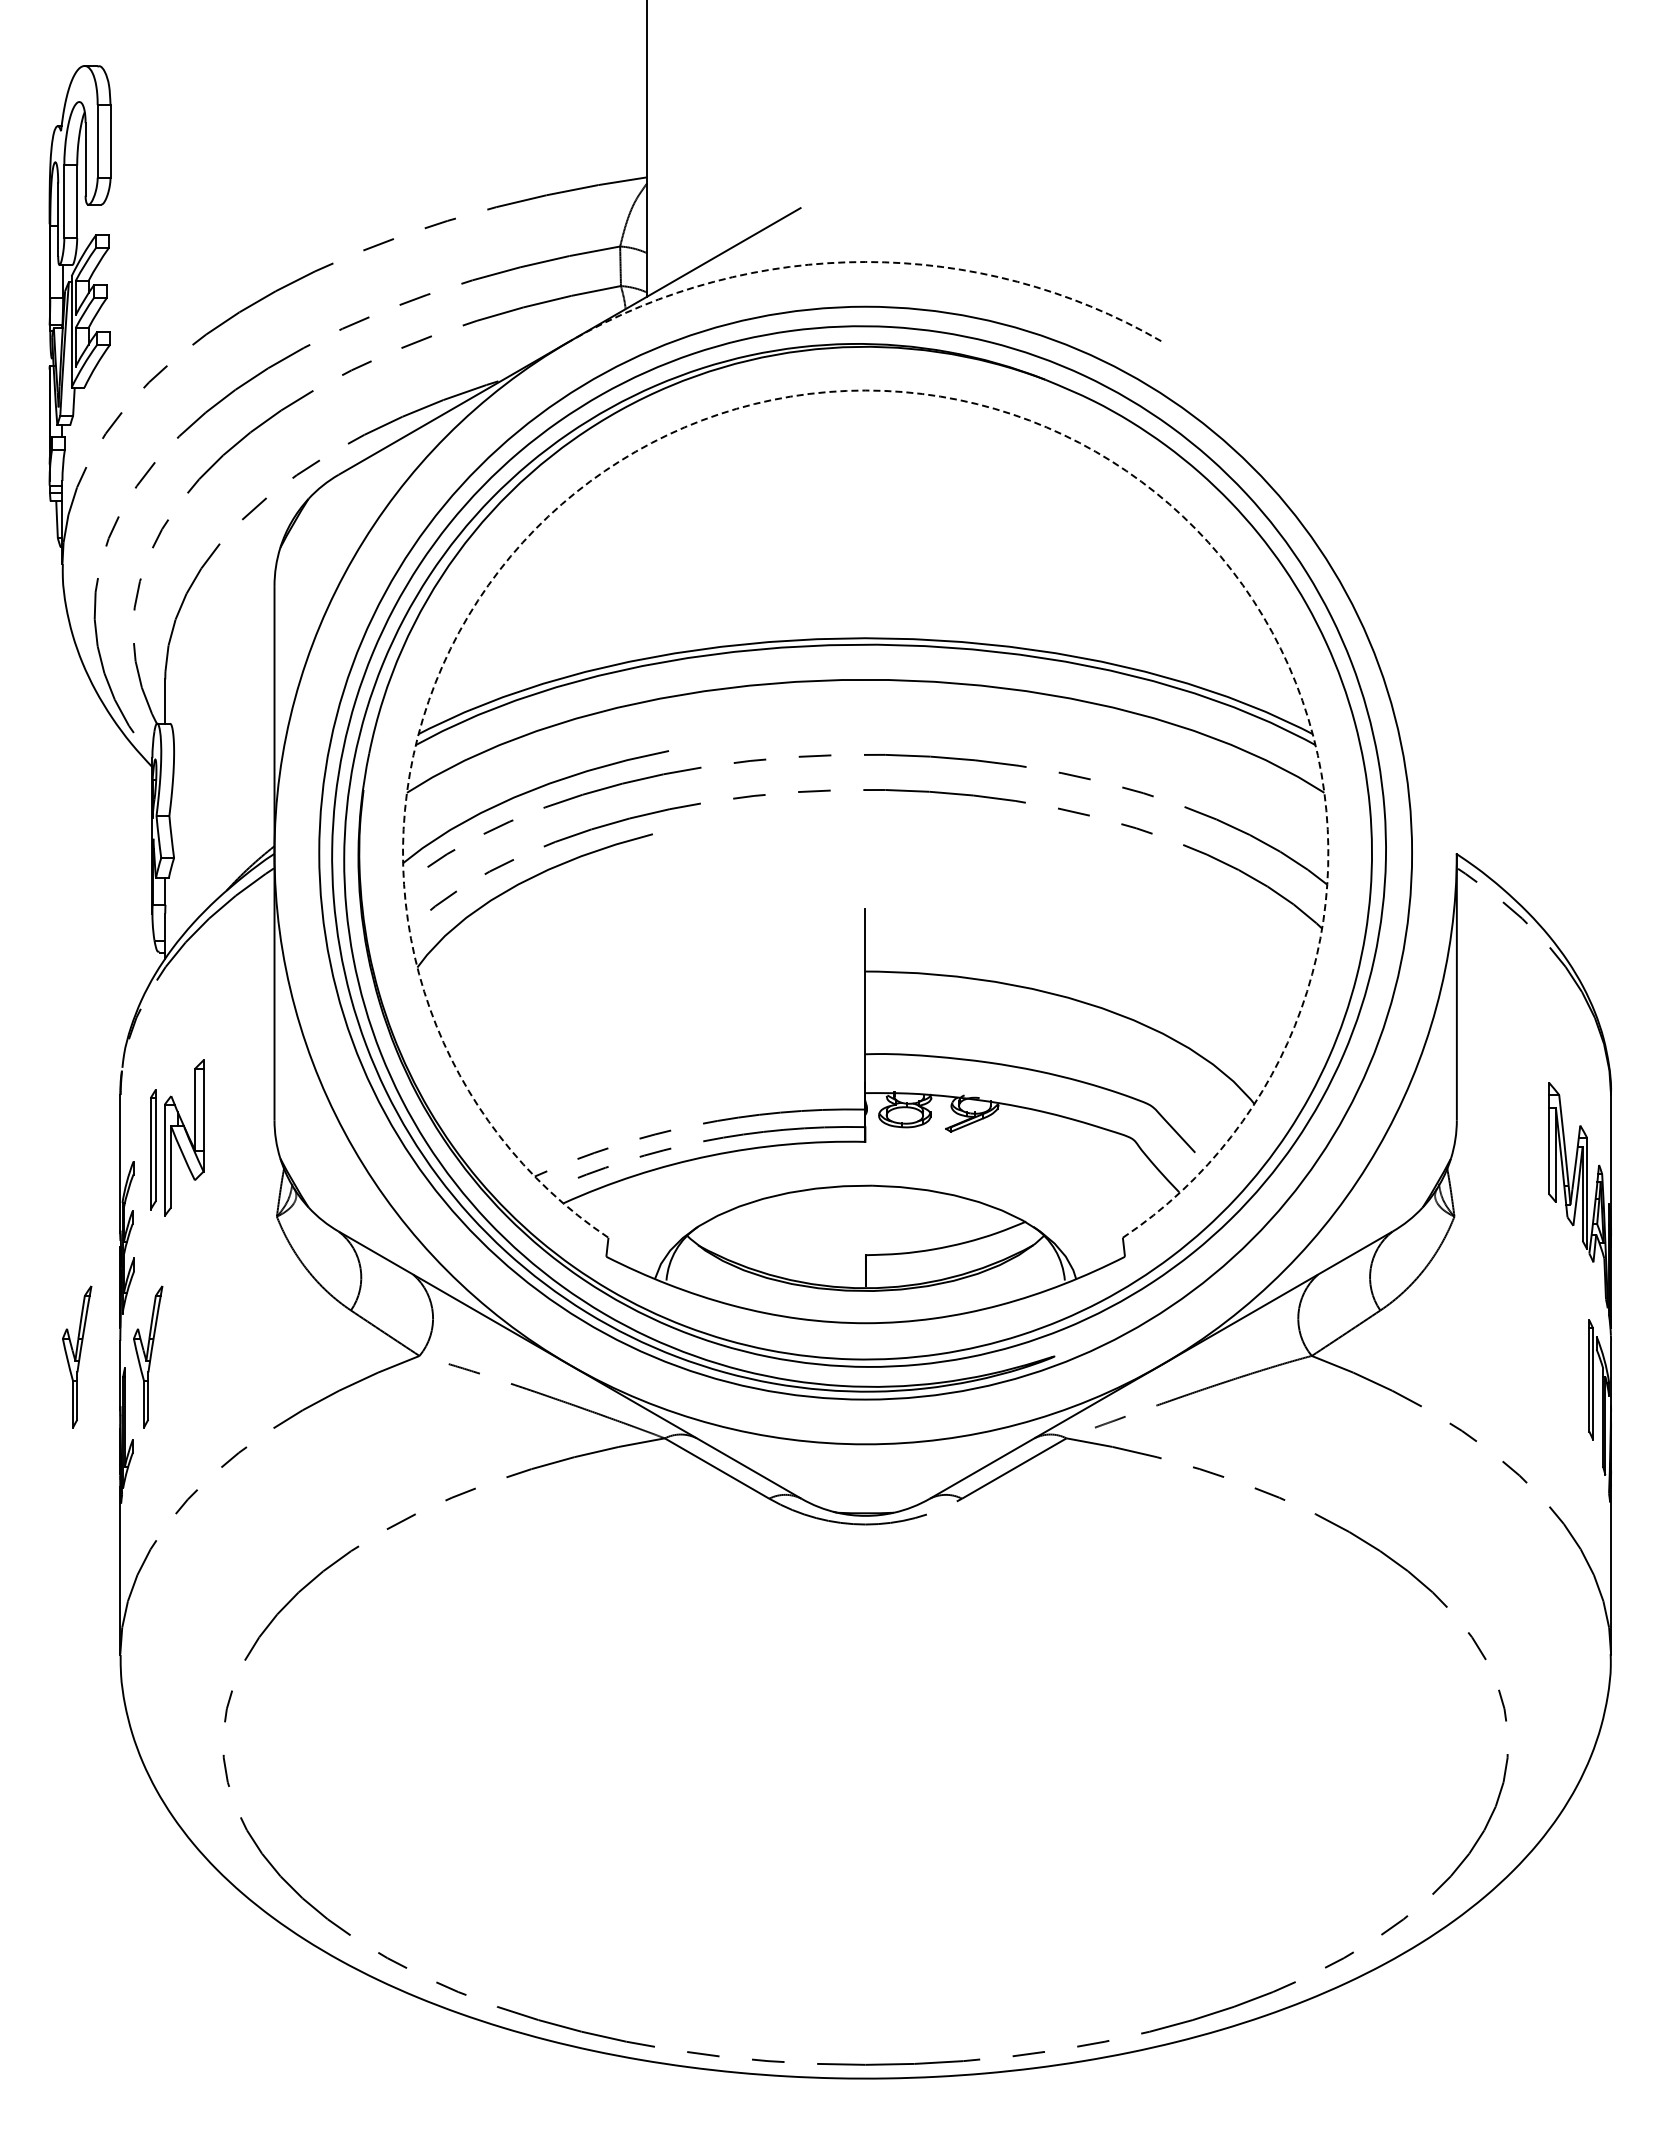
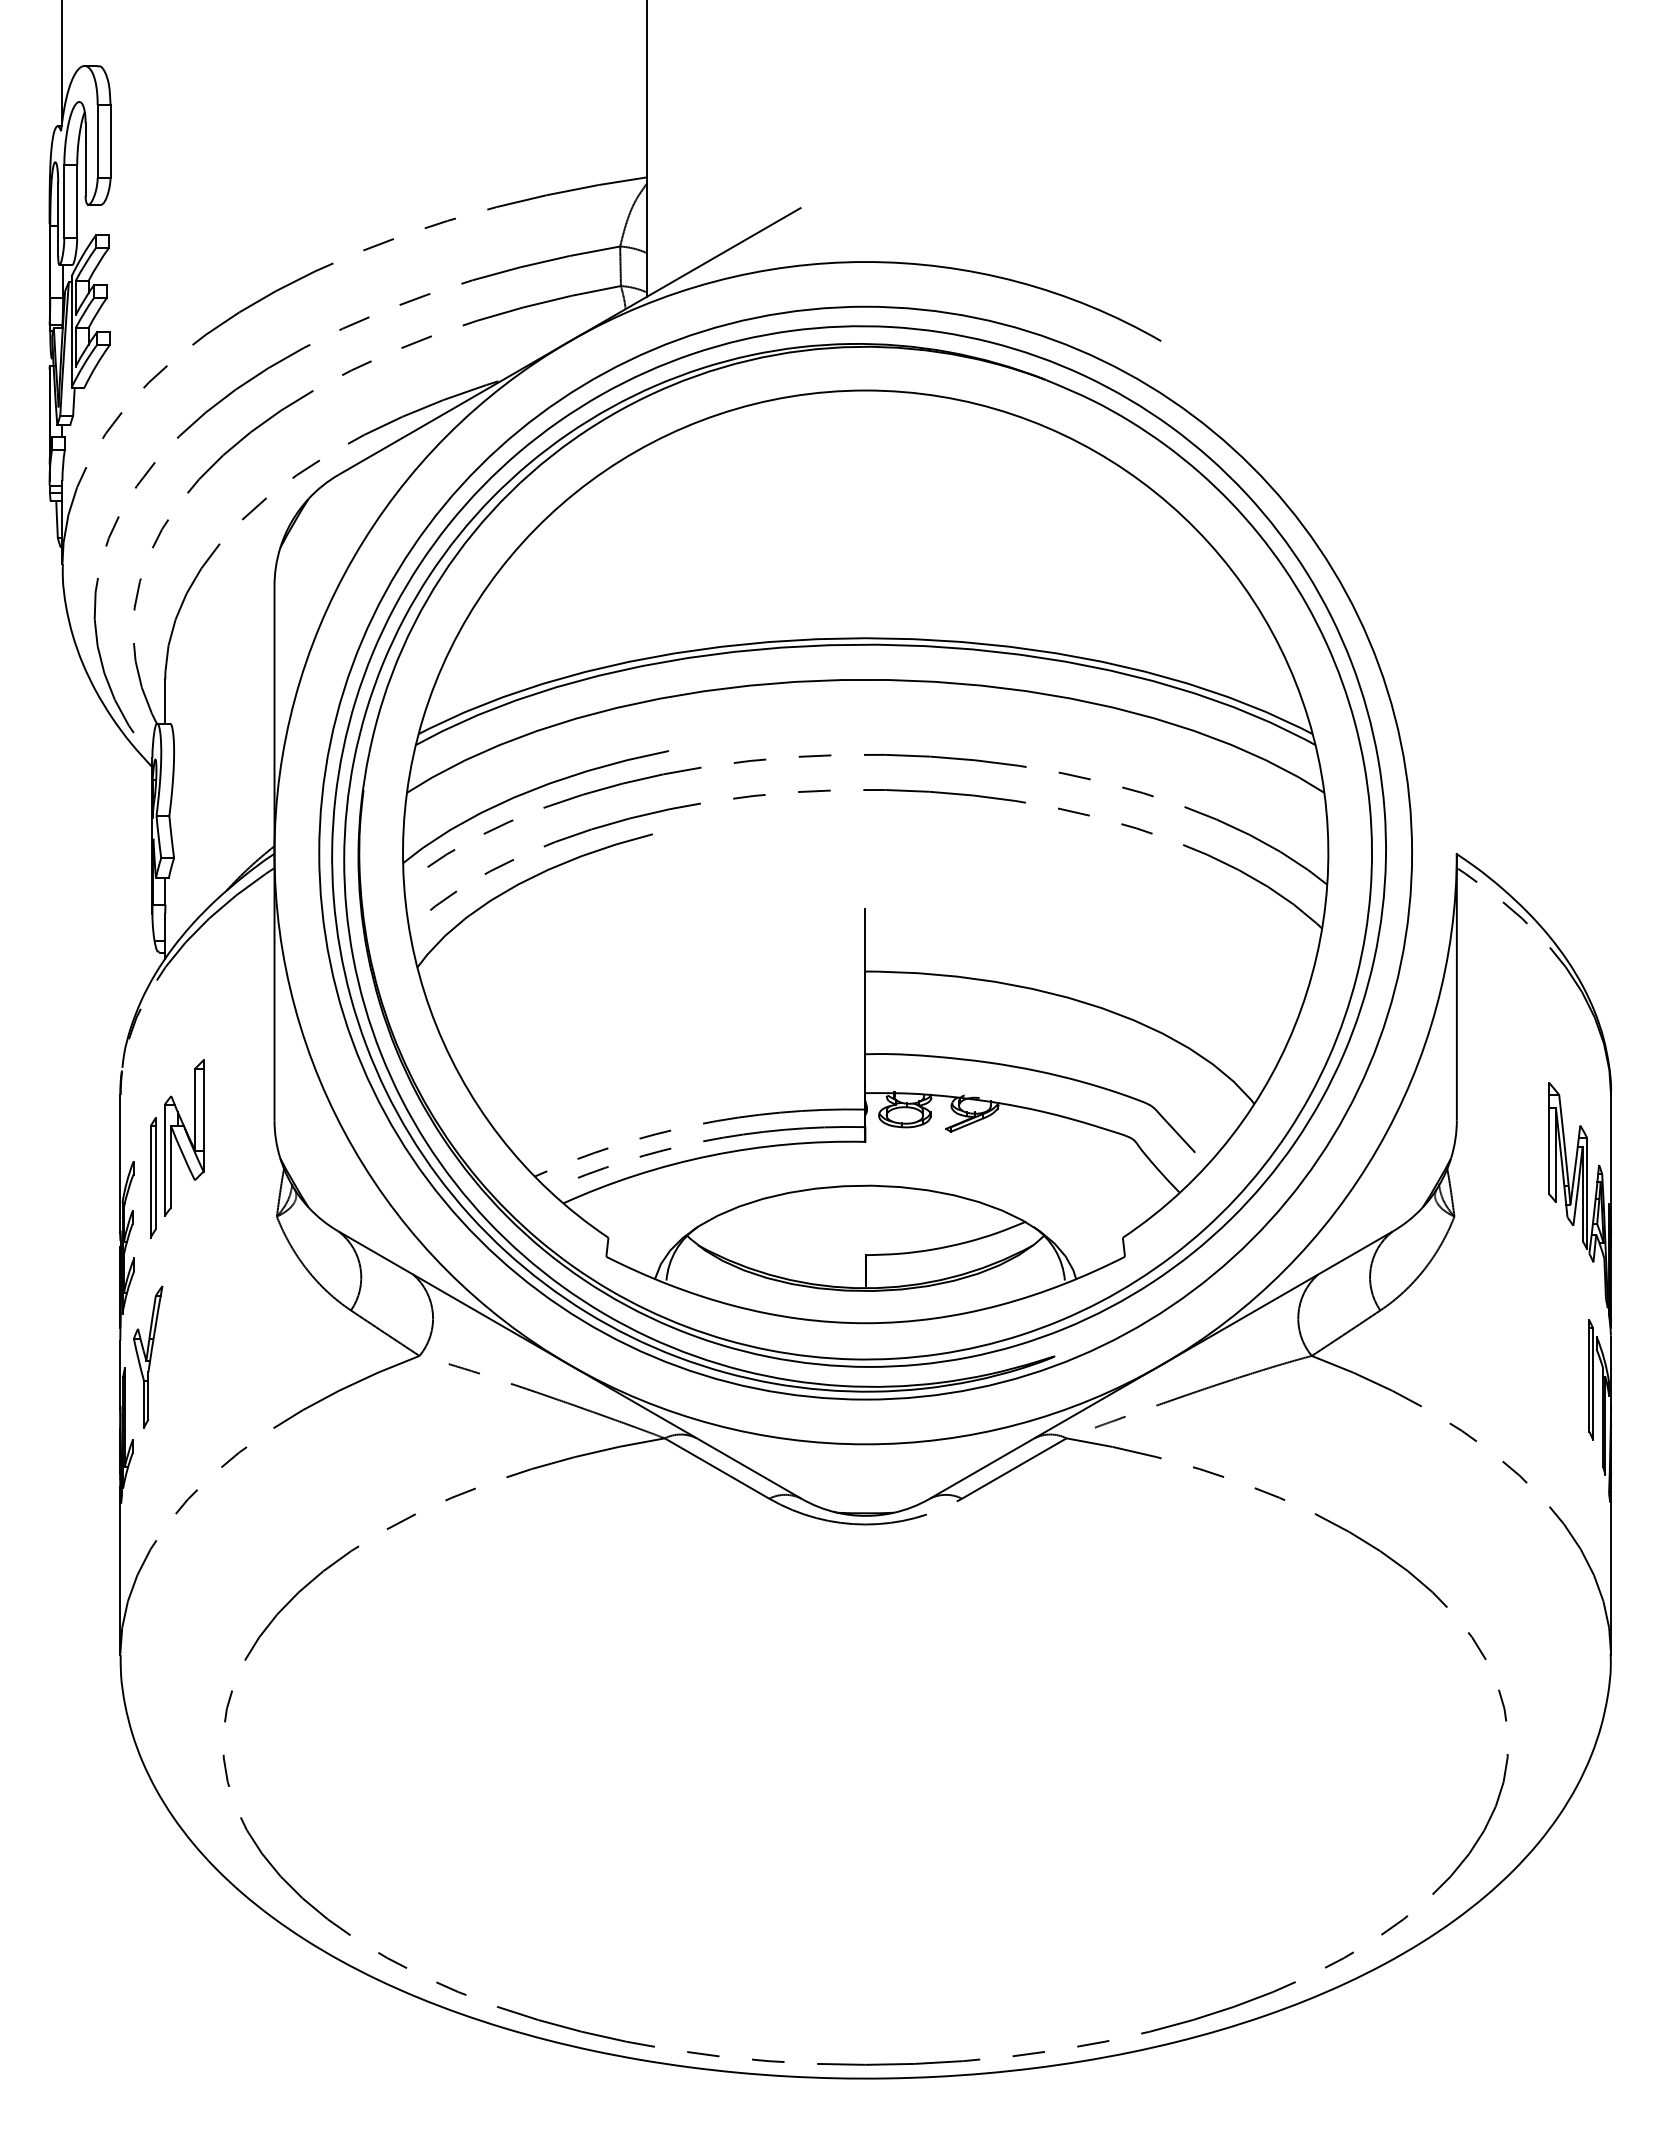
line at (62, 61): none -> present
arc at (865, 262): dashed -> solid
arc at (865, 390): dashed -> solid
part at (153, 1149) position: (153, 1149) -> (153, 1177)
part at (77, 1356): present -> none
